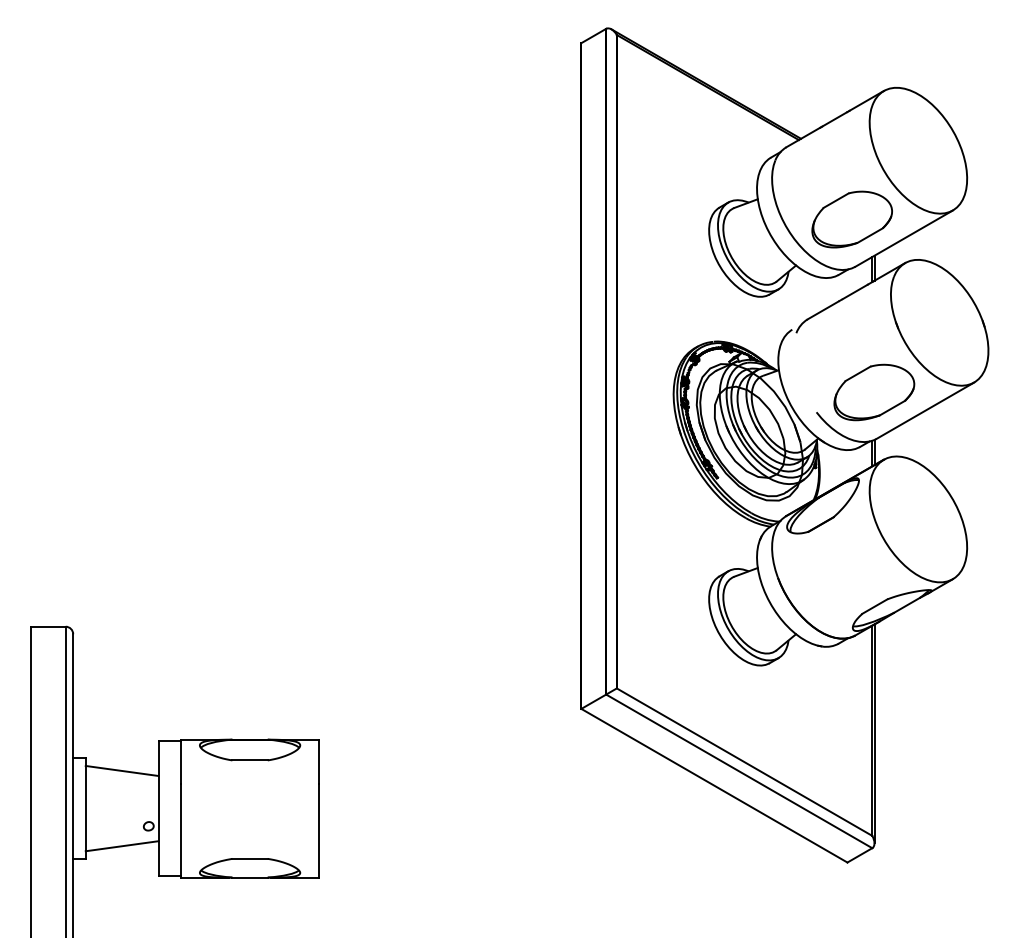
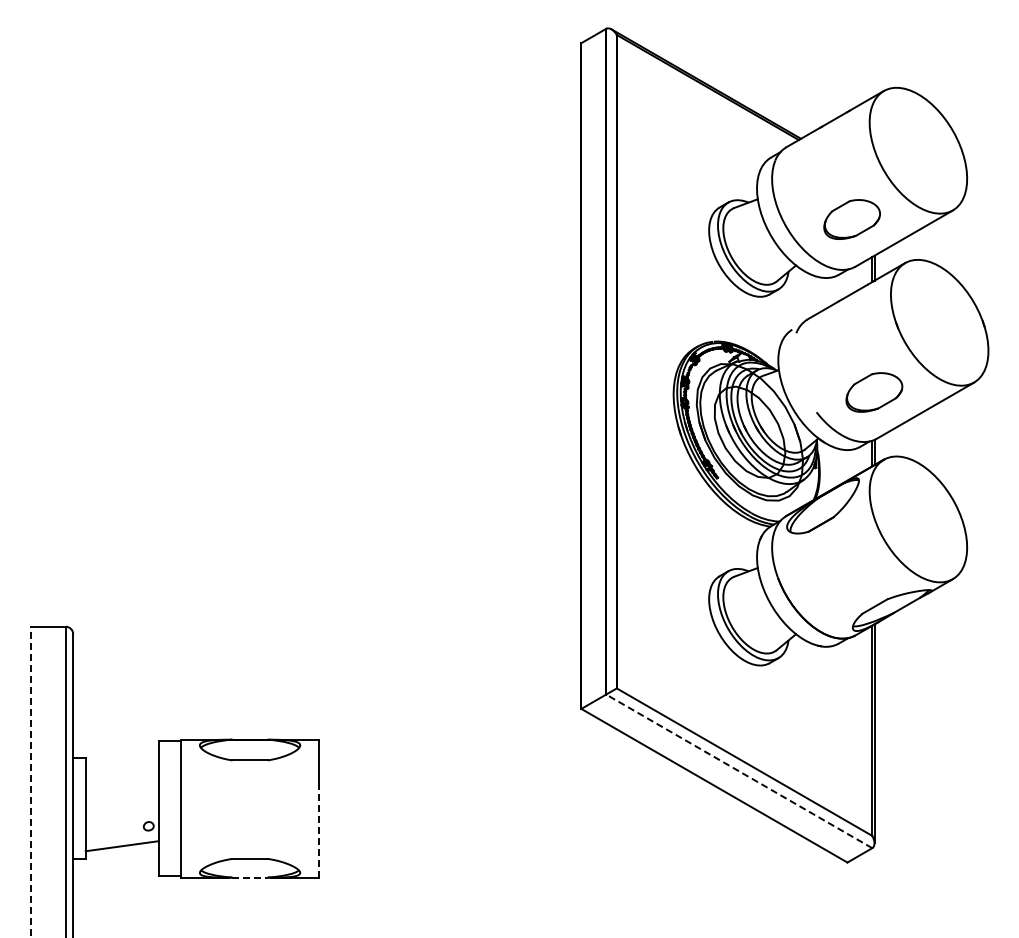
part at (851, 219) size: 82x59 px -> 58x41 px
part at (874, 392) size: 83x59 px -> 59x41 px
line at (121, 770): present -> none
line at (739, 771): solid -> dashed
line at (30, 781): solid -> dashed
line at (319, 830): solid -> dashed
line at (250, 877): solid -> dashed
